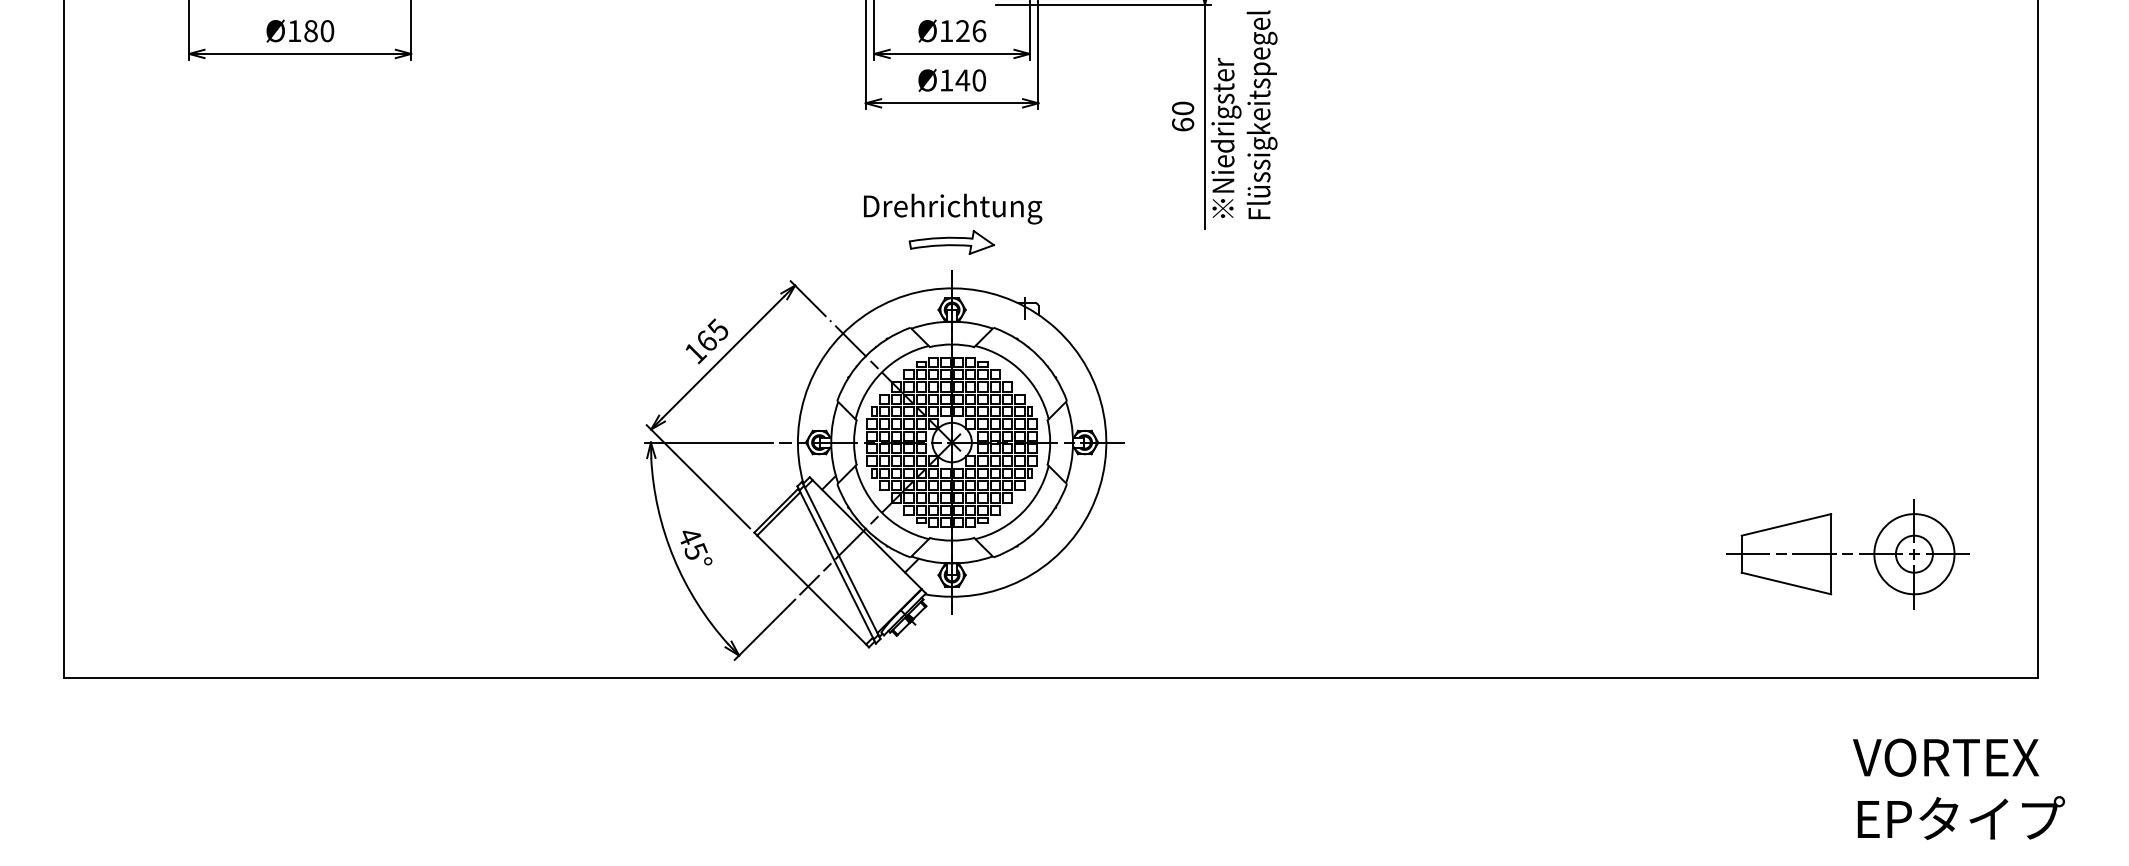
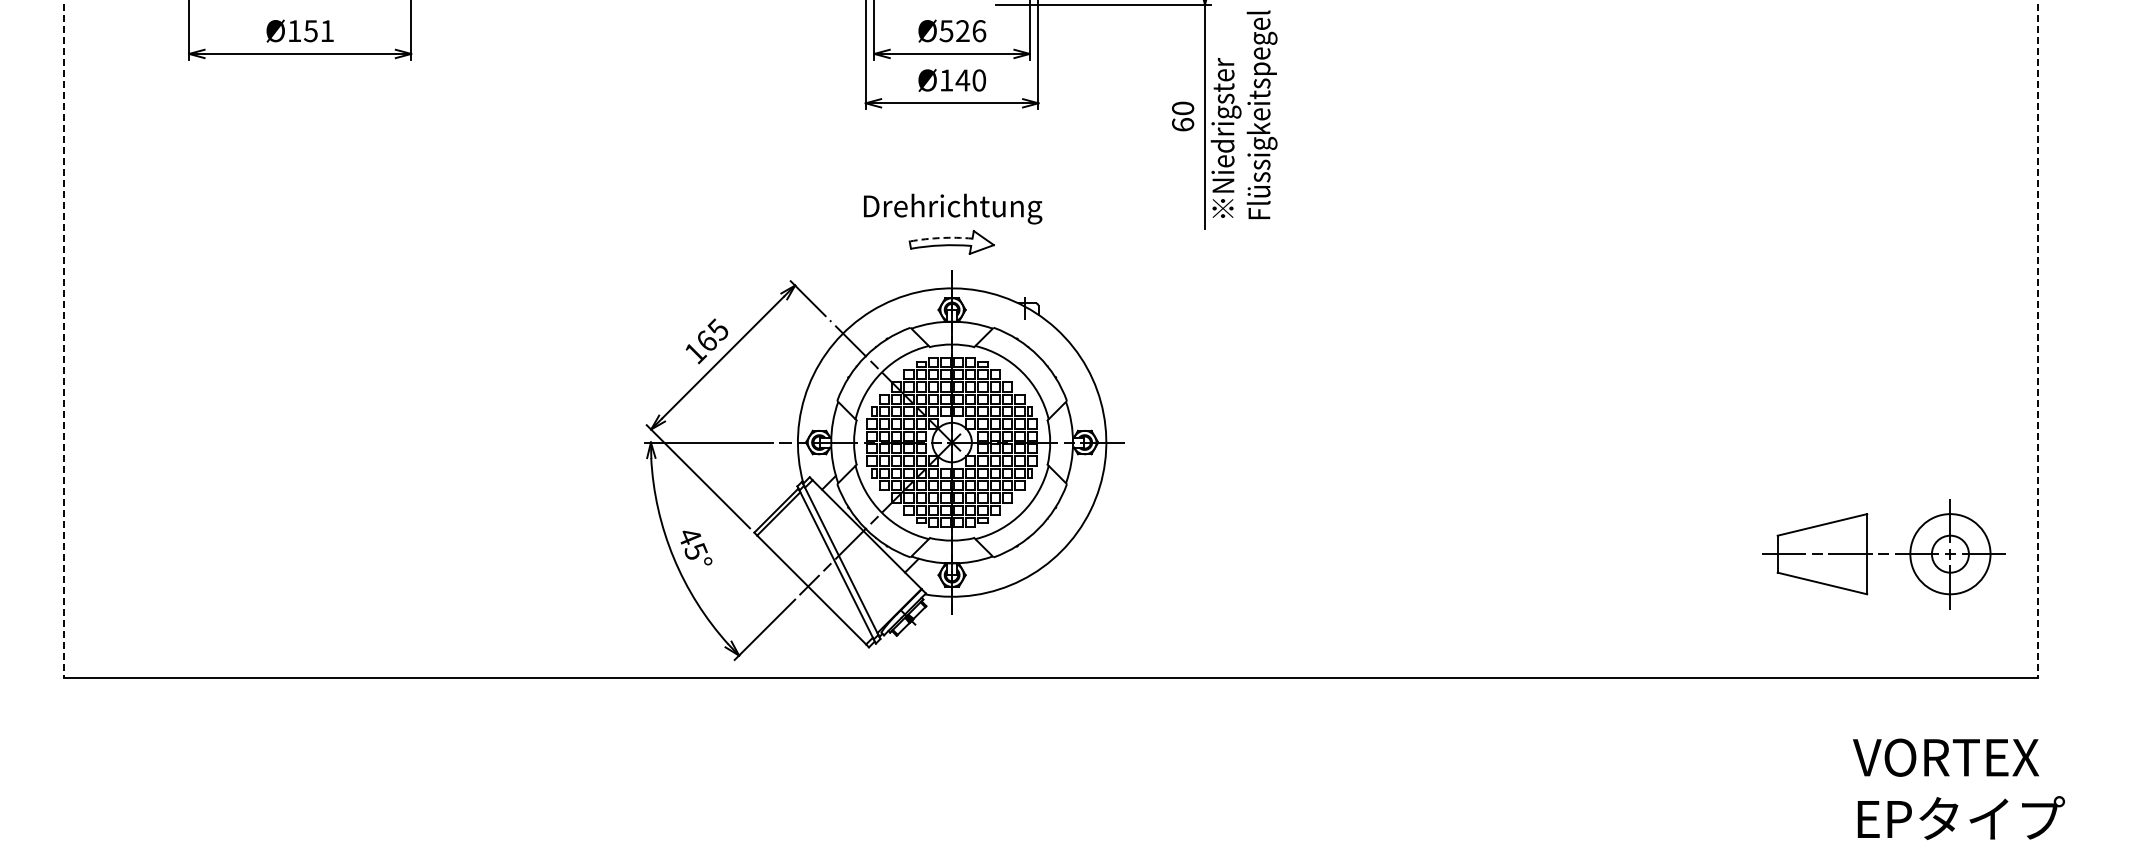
text at (319, 31): Ø180 -> Ø151
text at (946, 31): Ø126 -> Ø526
arc at (941, 238): solid -> dashed
line at (63, 339): solid -> dashed
line at (2037, 339): solid -> dashed
part at (1847, 554) position: (1847, 554) -> (1883, 554)
